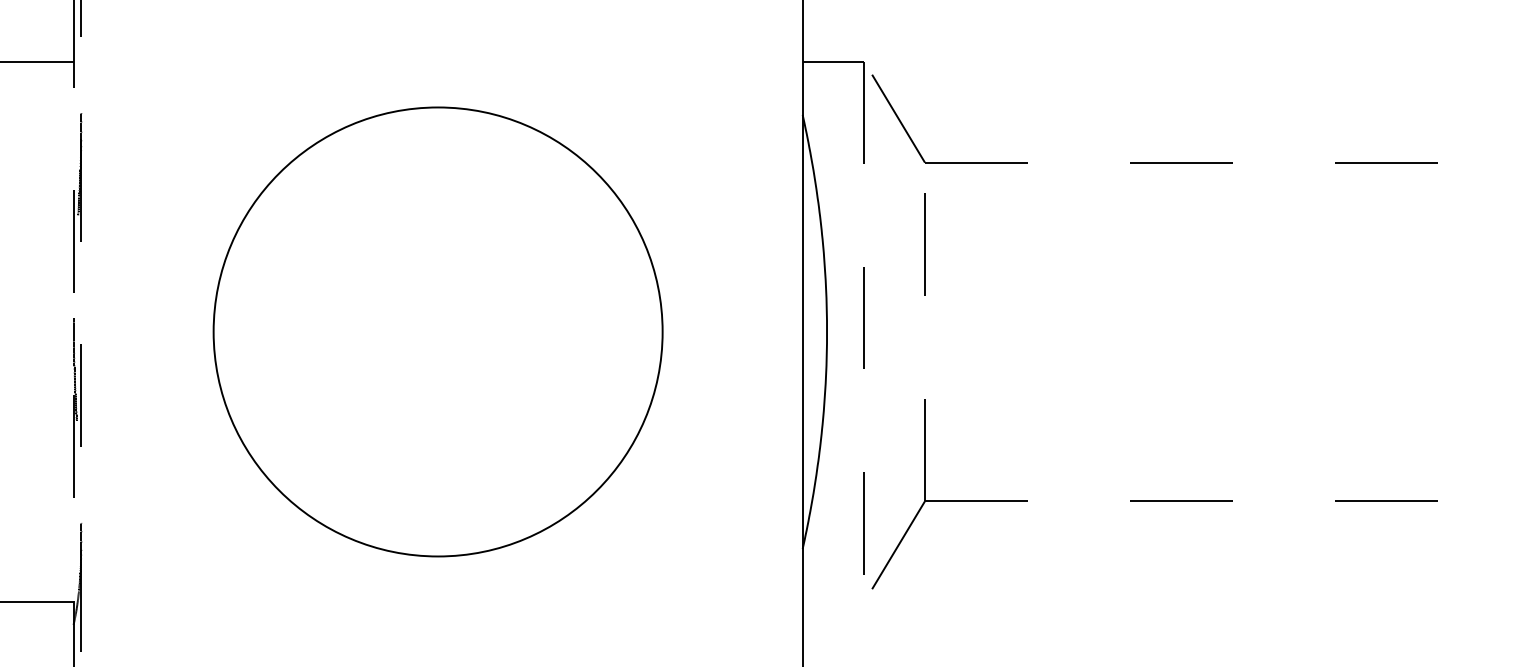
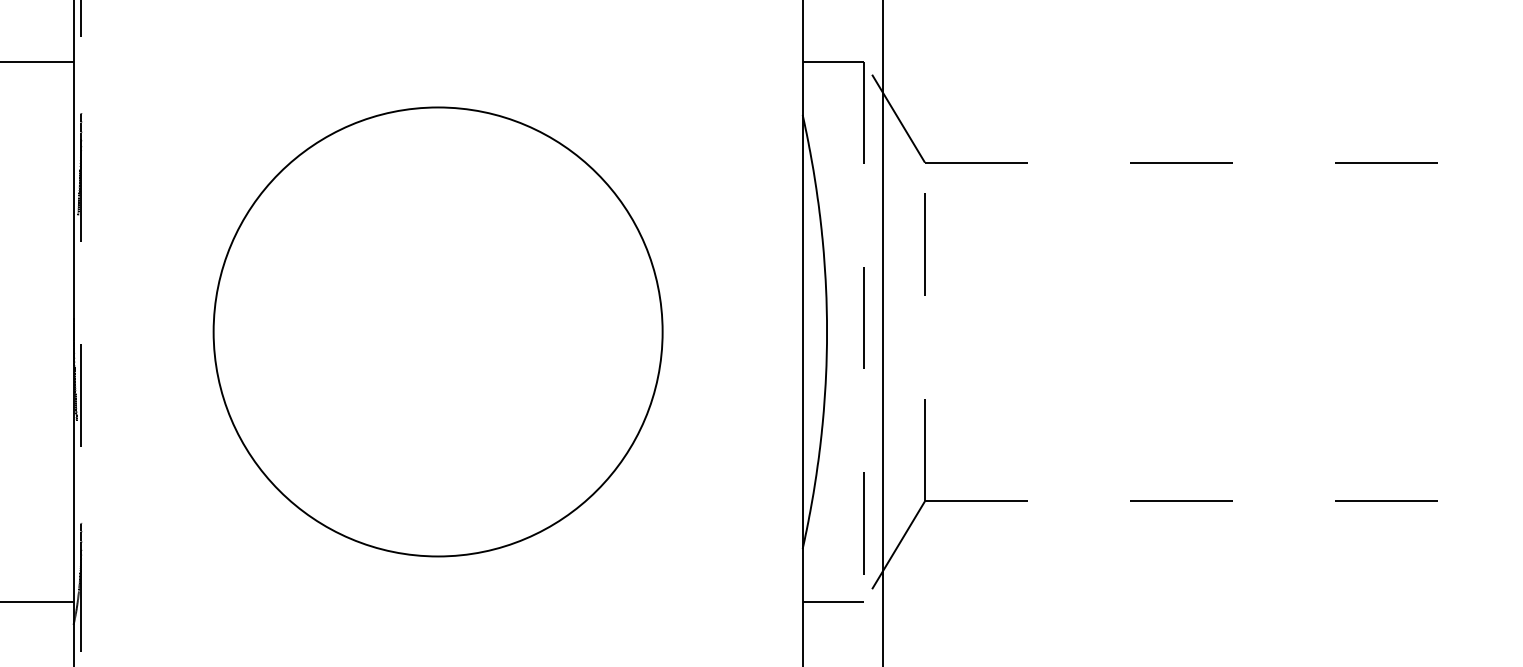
line at (883, 332): none -> present
line at (73, 333): dashed -> solid
line at (833, 602): none -> present
